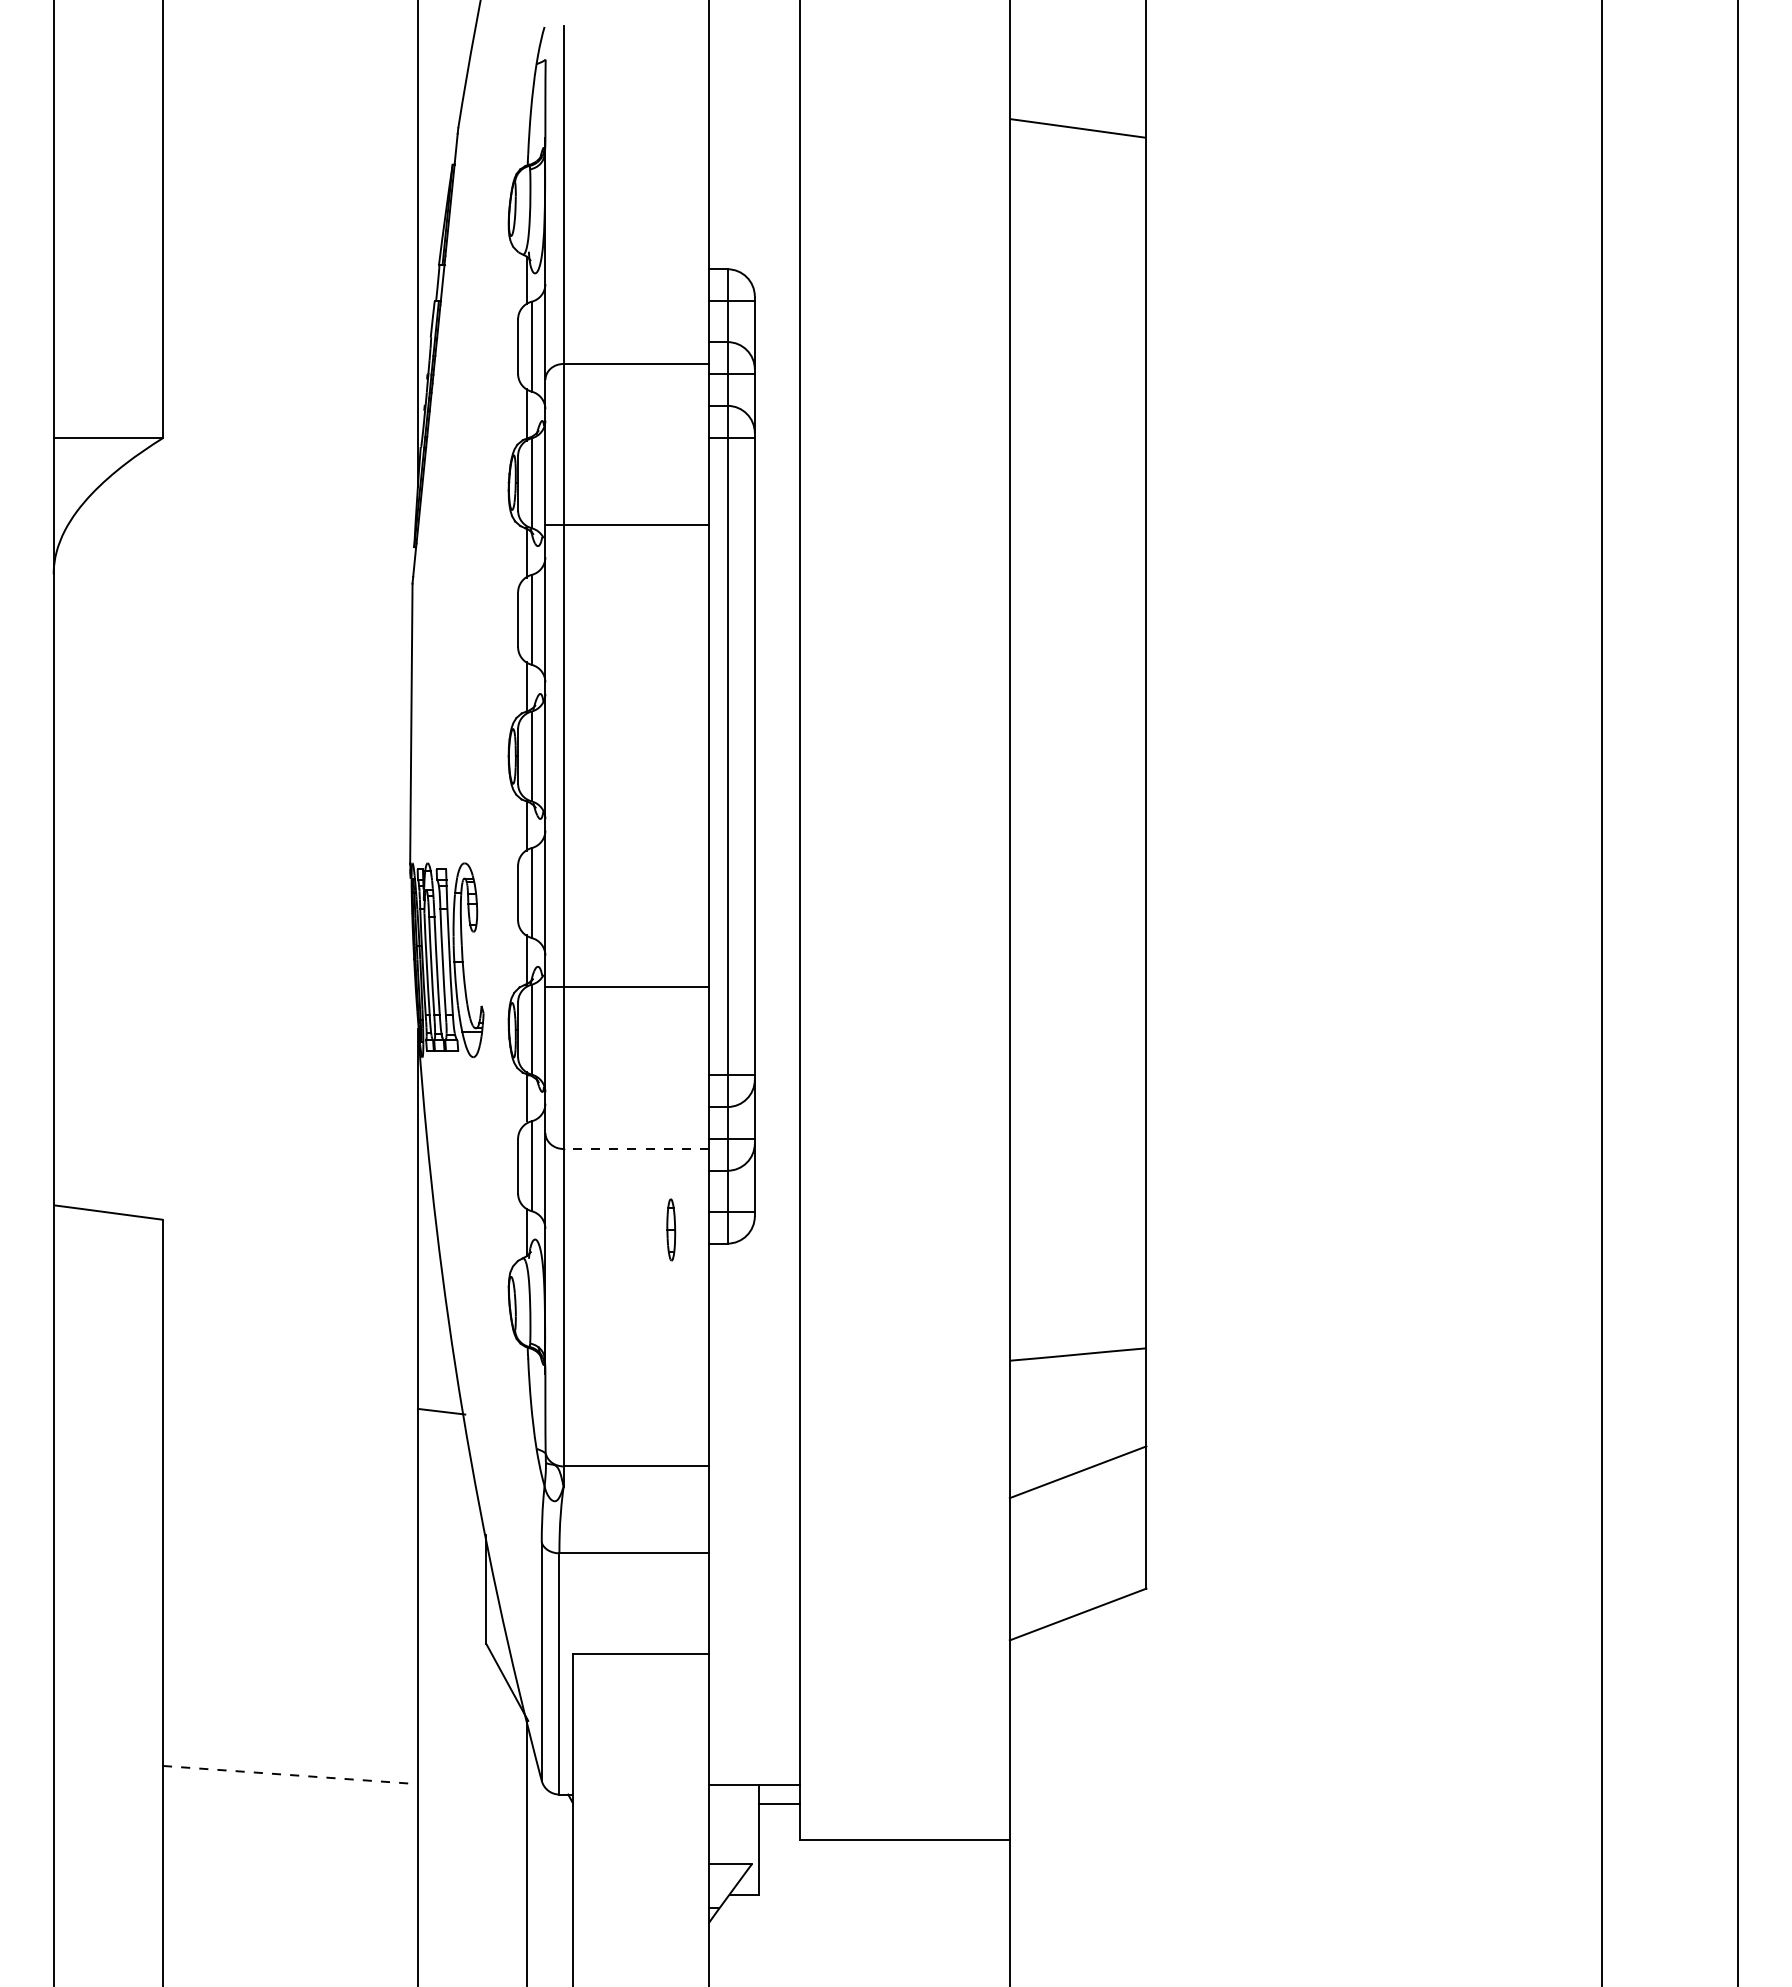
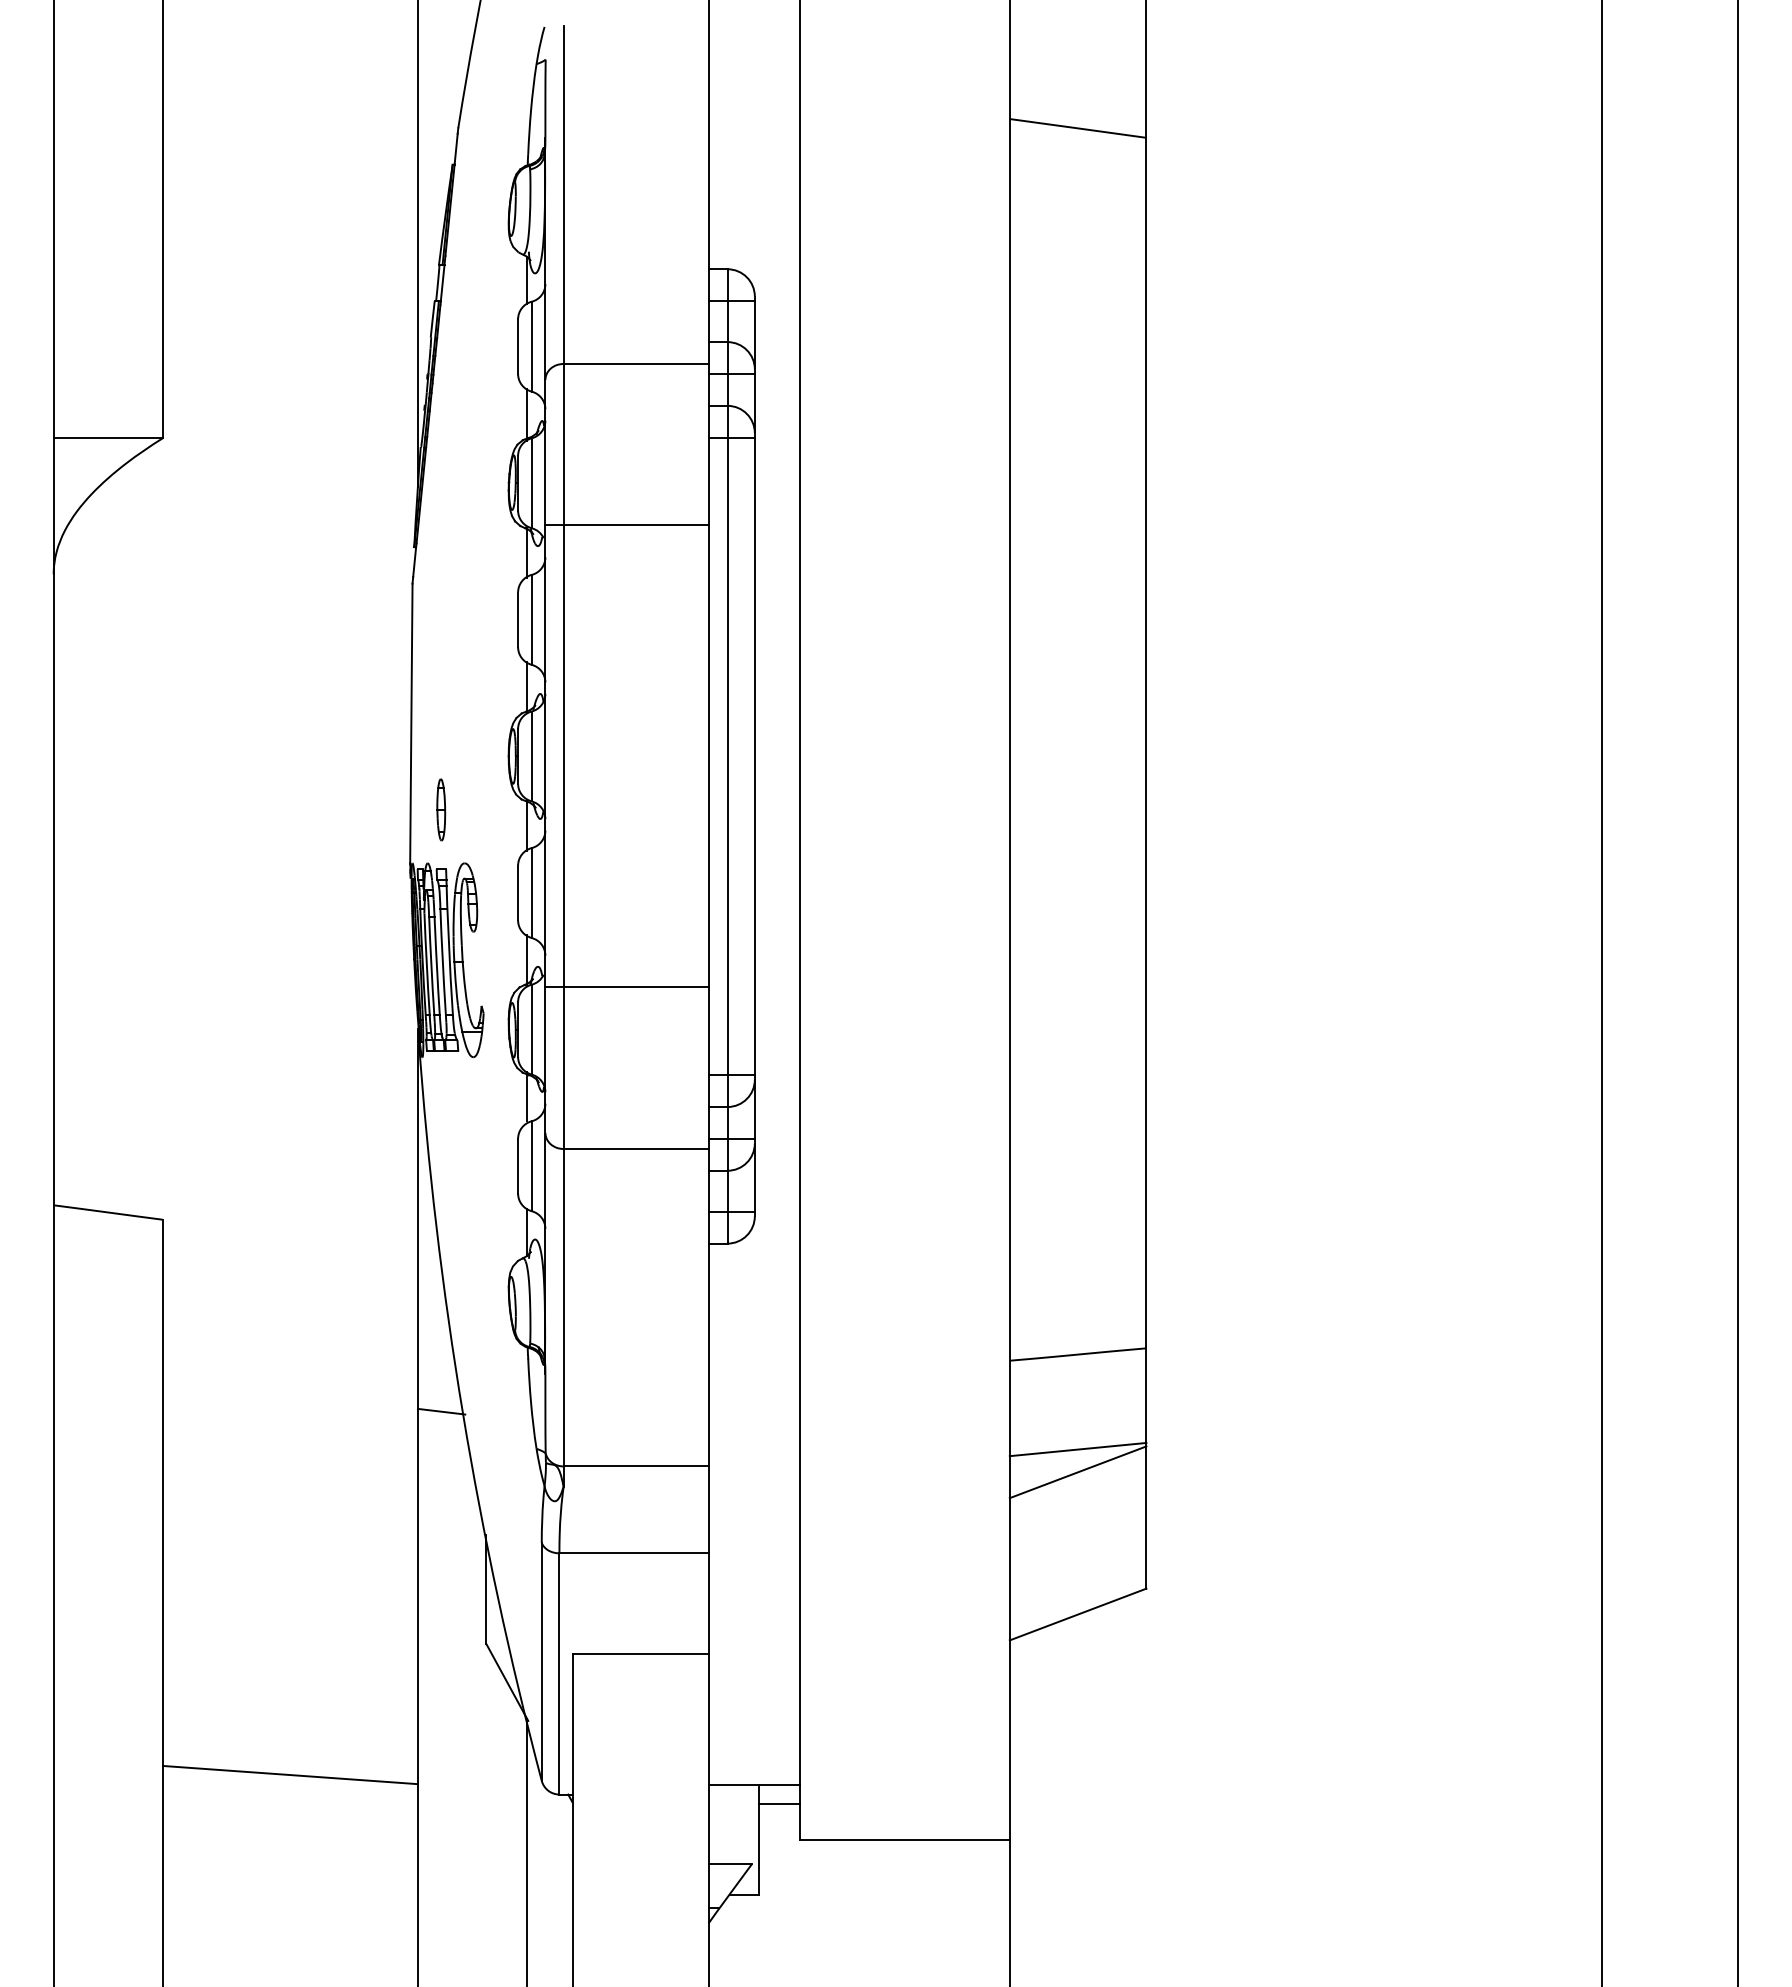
line at (636, 1149): dashed -> solid
part at (671, 1229) position: (671, 1229) -> (441, 809)
line at (1077, 1449): none -> present
line at (290, 1775): dashed -> solid
